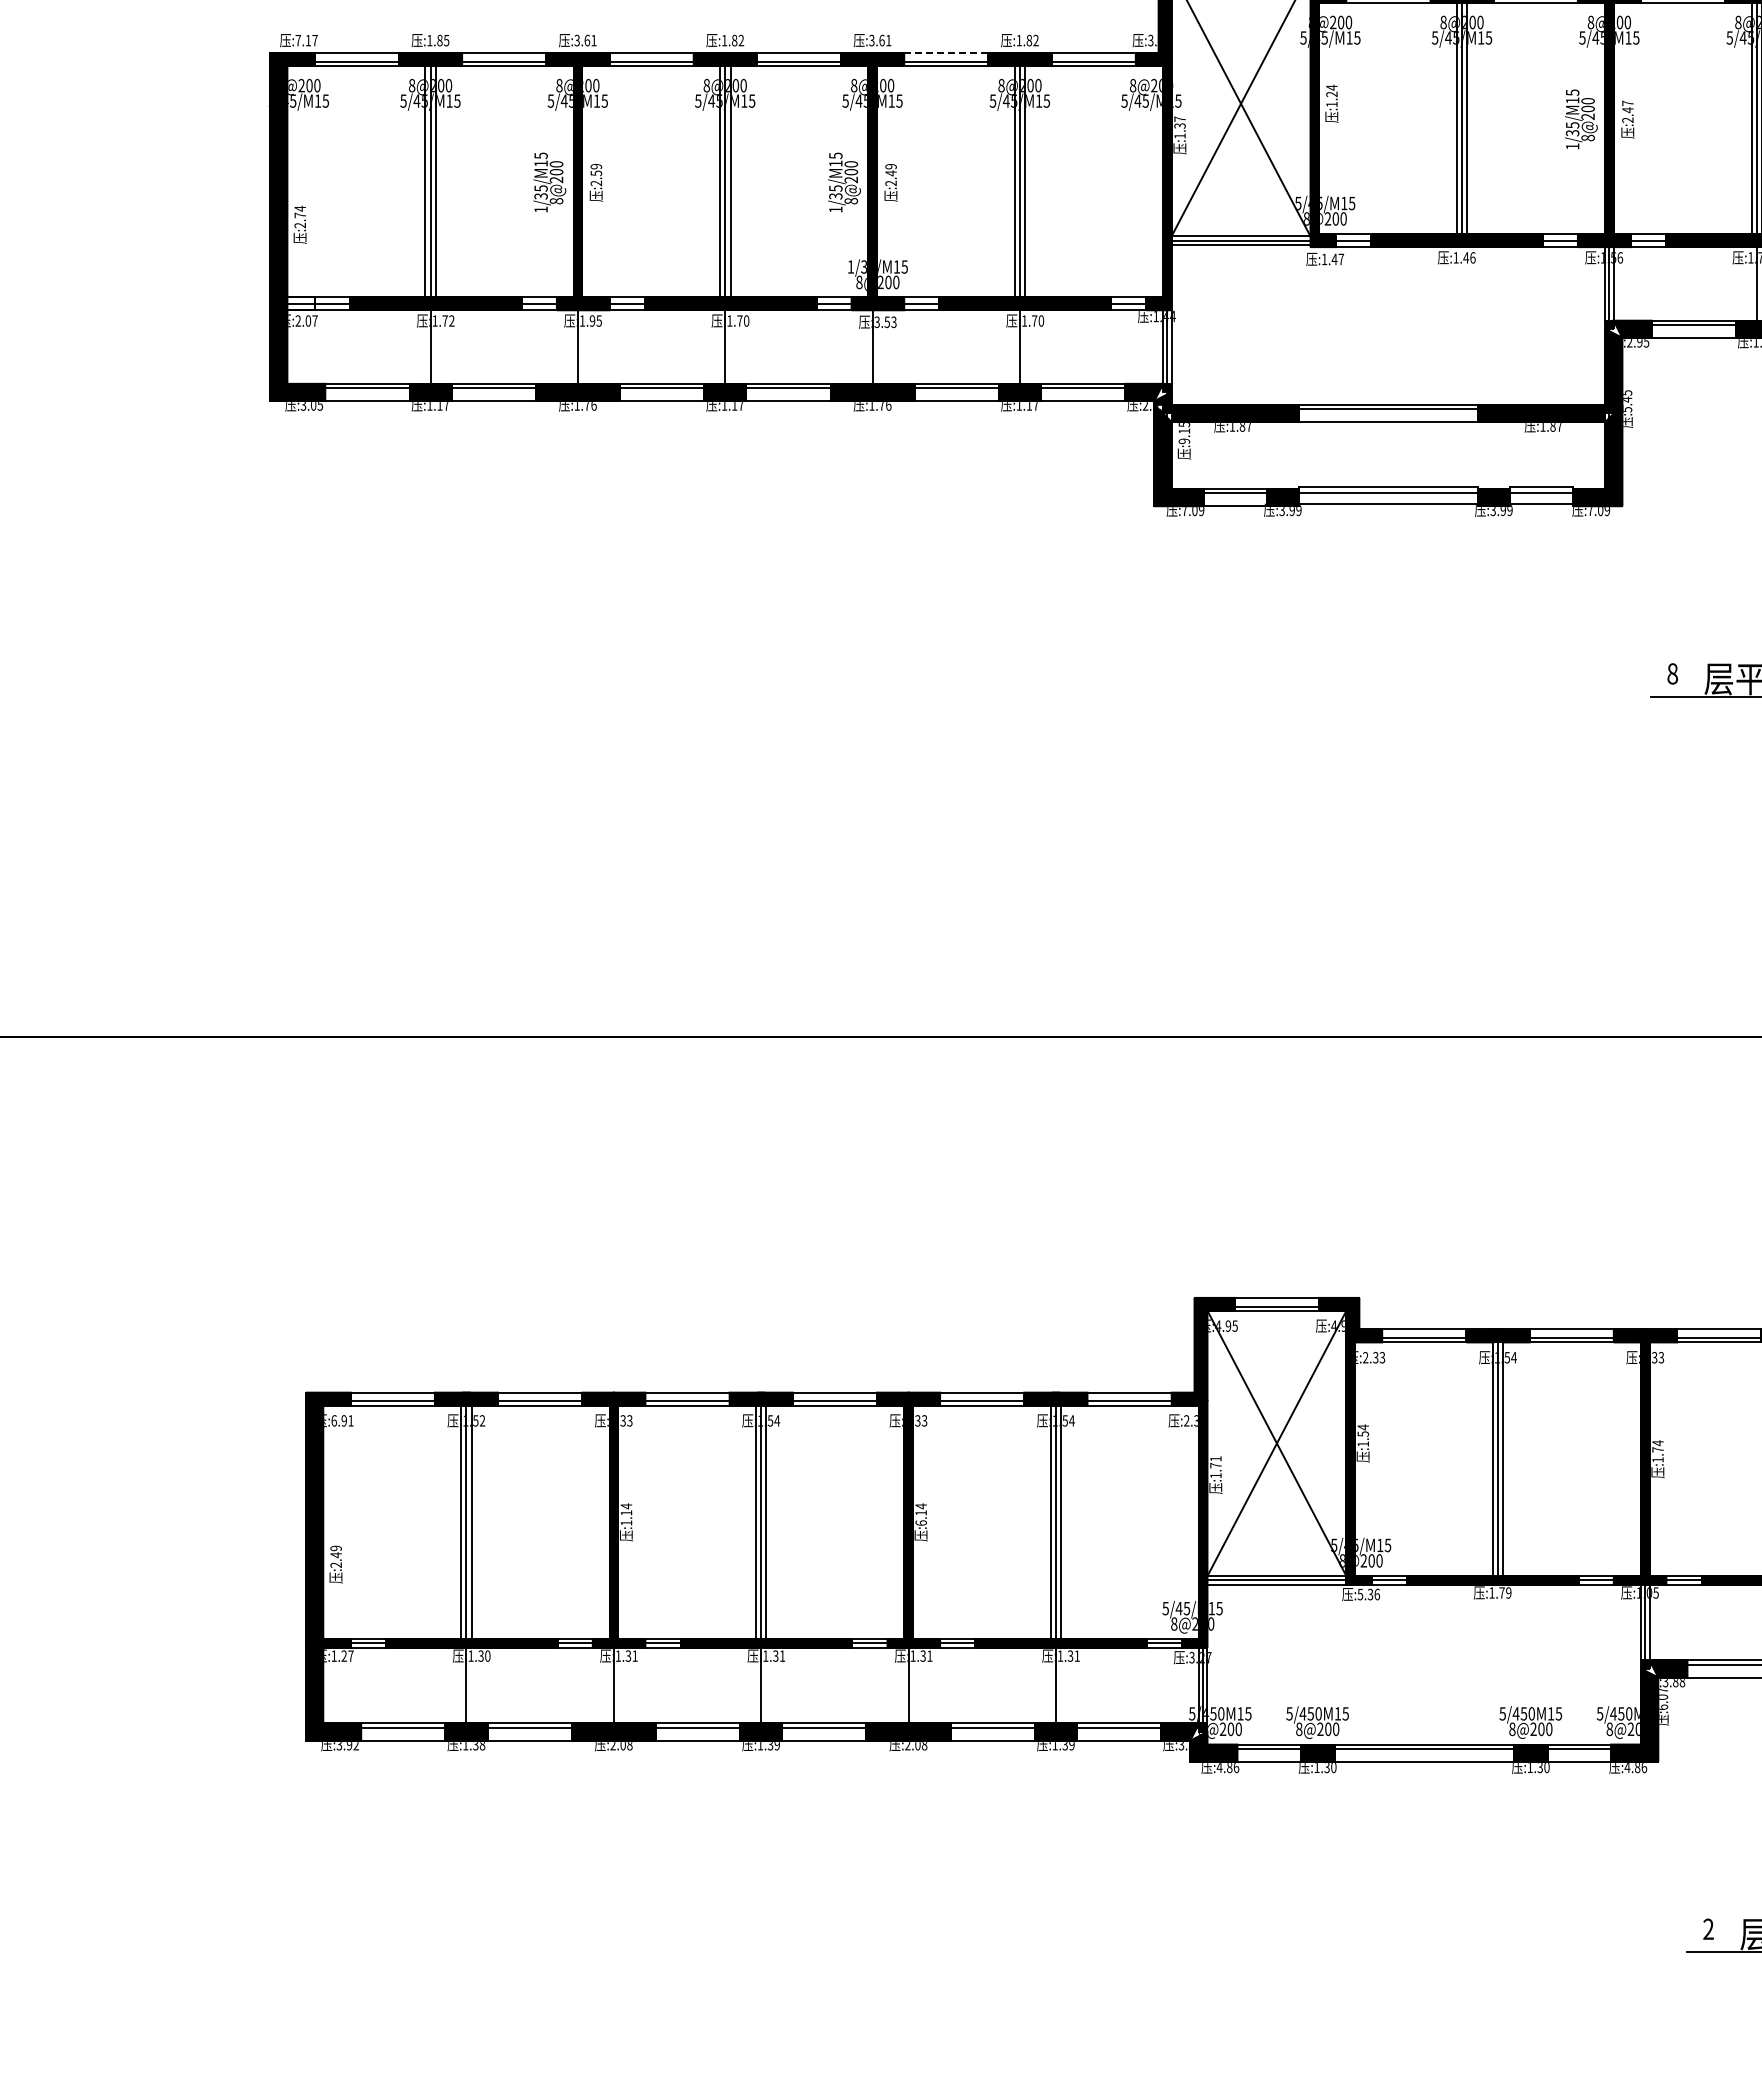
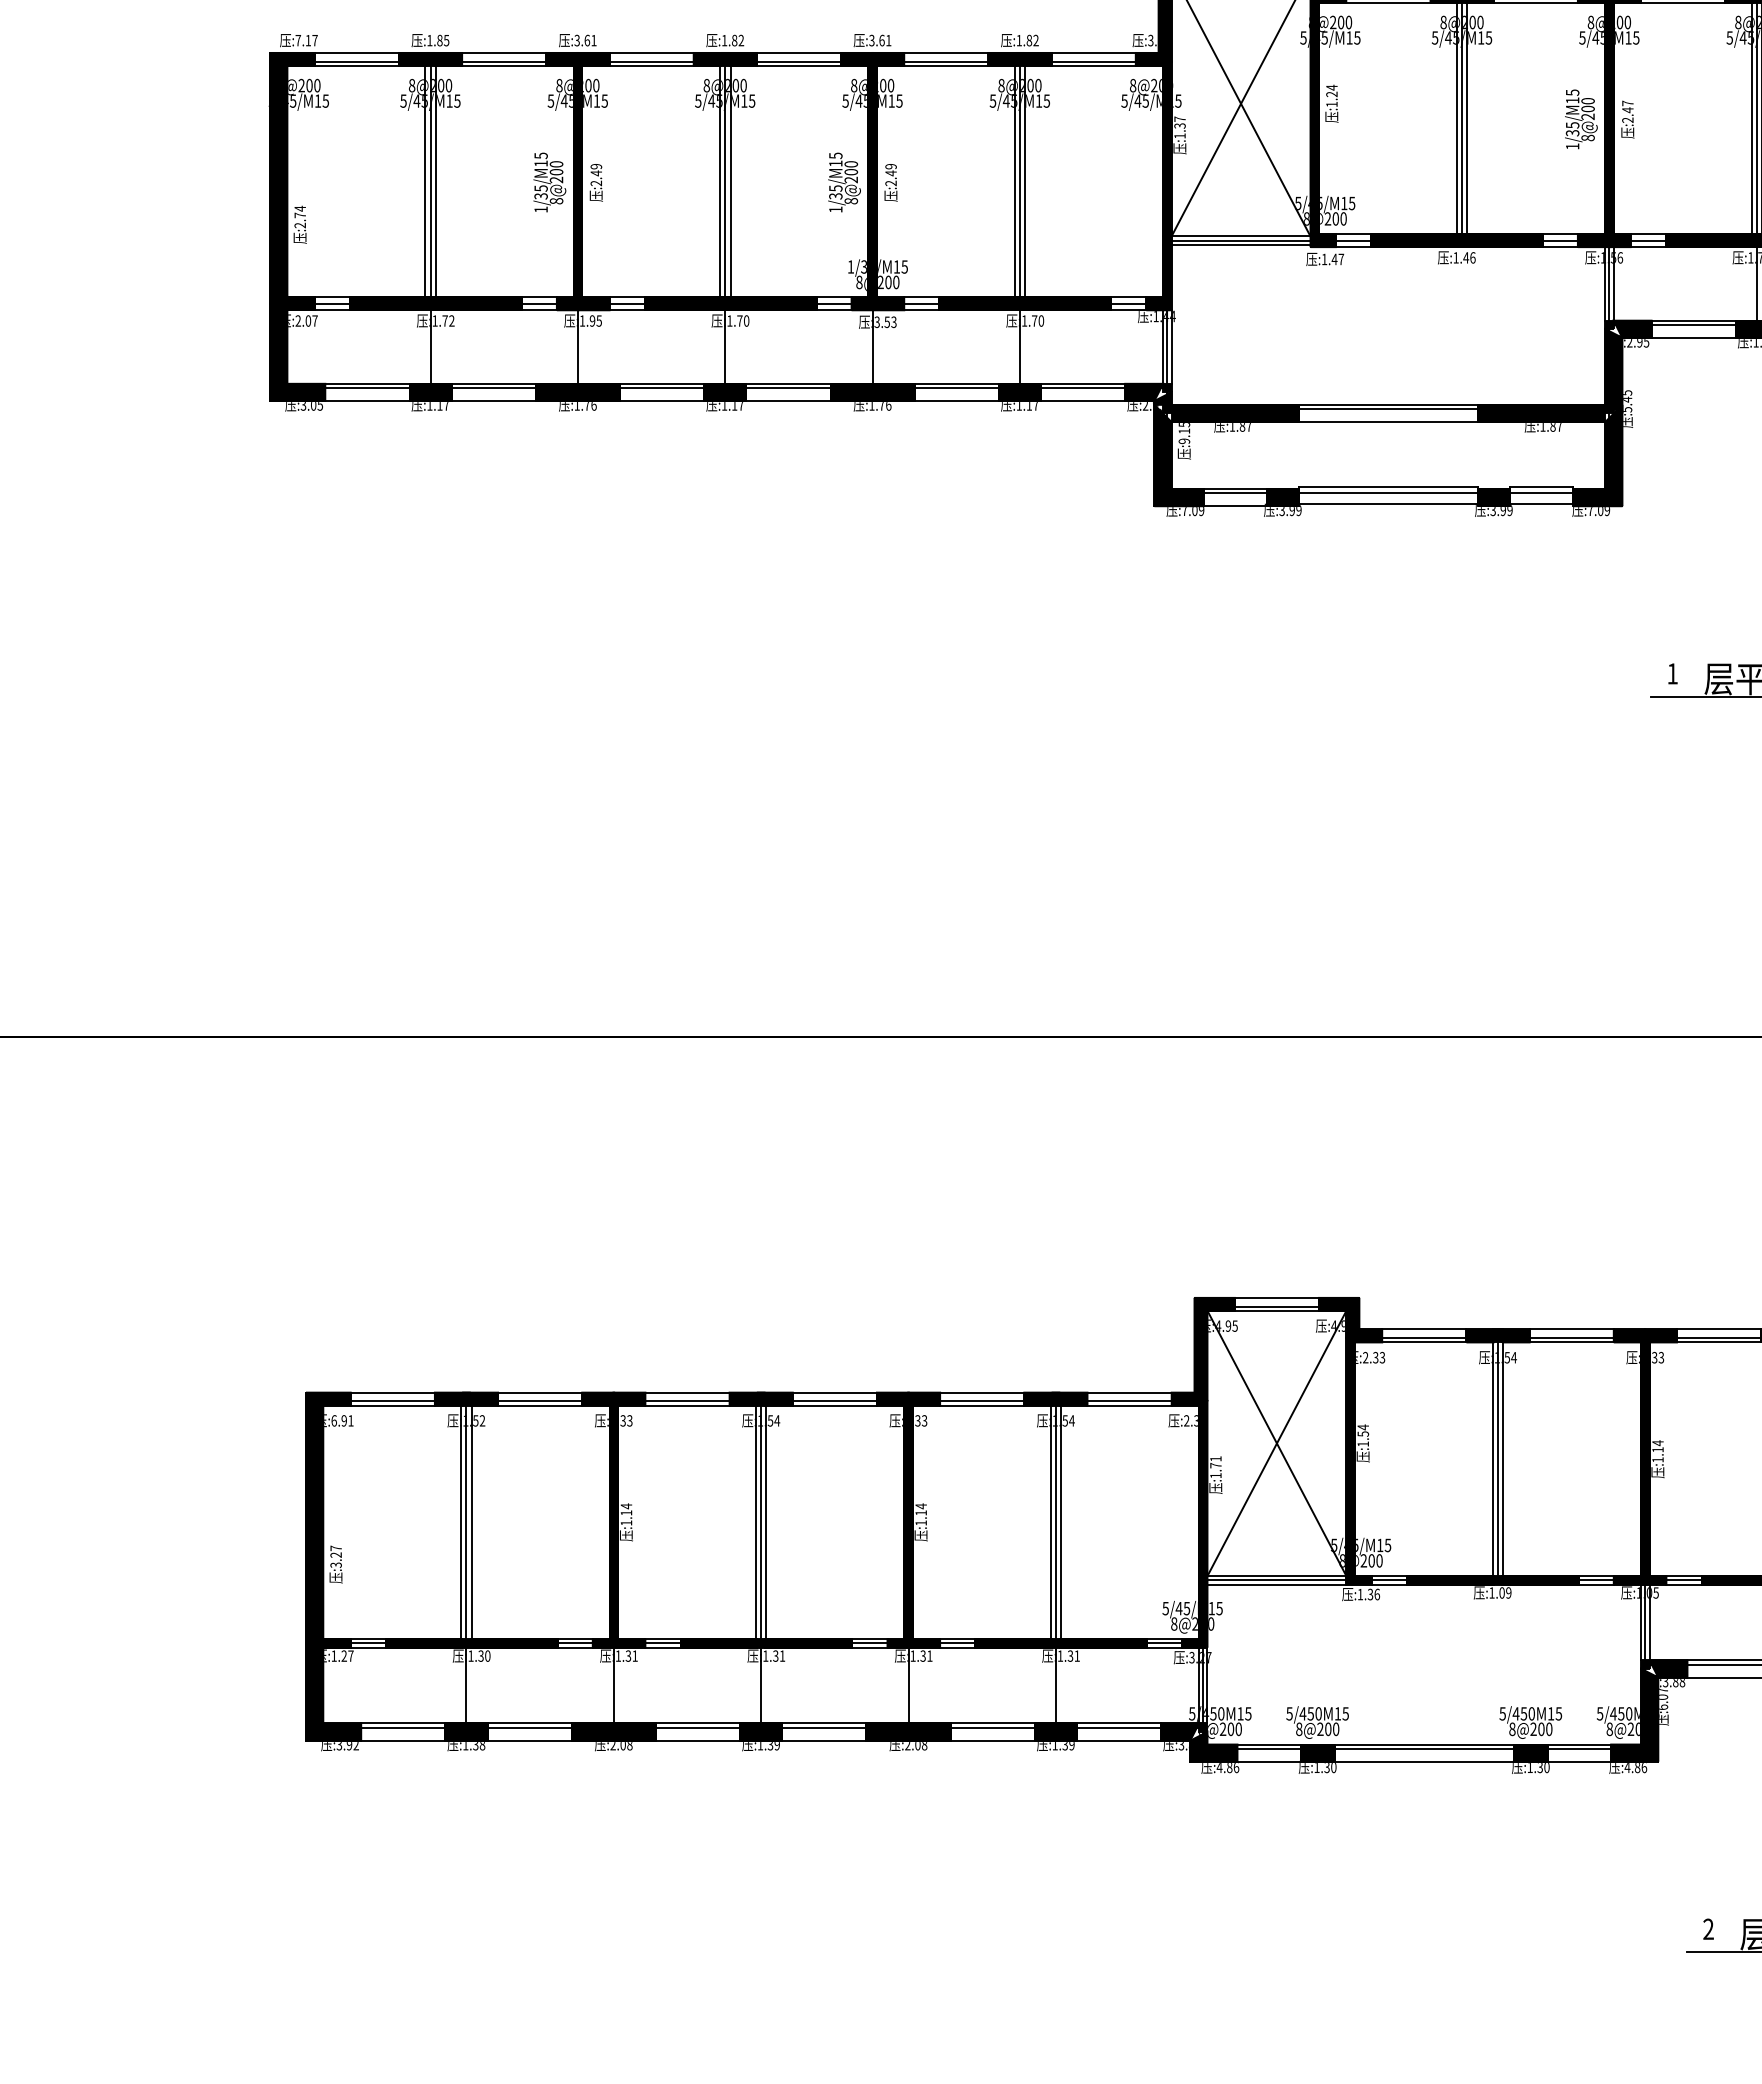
line at (946, 52): dashed -> solid
text at (596, 173): :2.59 -> :2.49
fill at (300, 303): none -> present
text at (1672, 673): 8 -> 1
text at (1657, 1449): :1.74 -> :1.14
text at (920, 1522): :6.14 -> :1.14
text at (335, 1556): :2.49 -> :3.27
text at (1501, 1592): :1.79 -> :1.09
text at (1360, 1594): :5.36 -> :1.36
